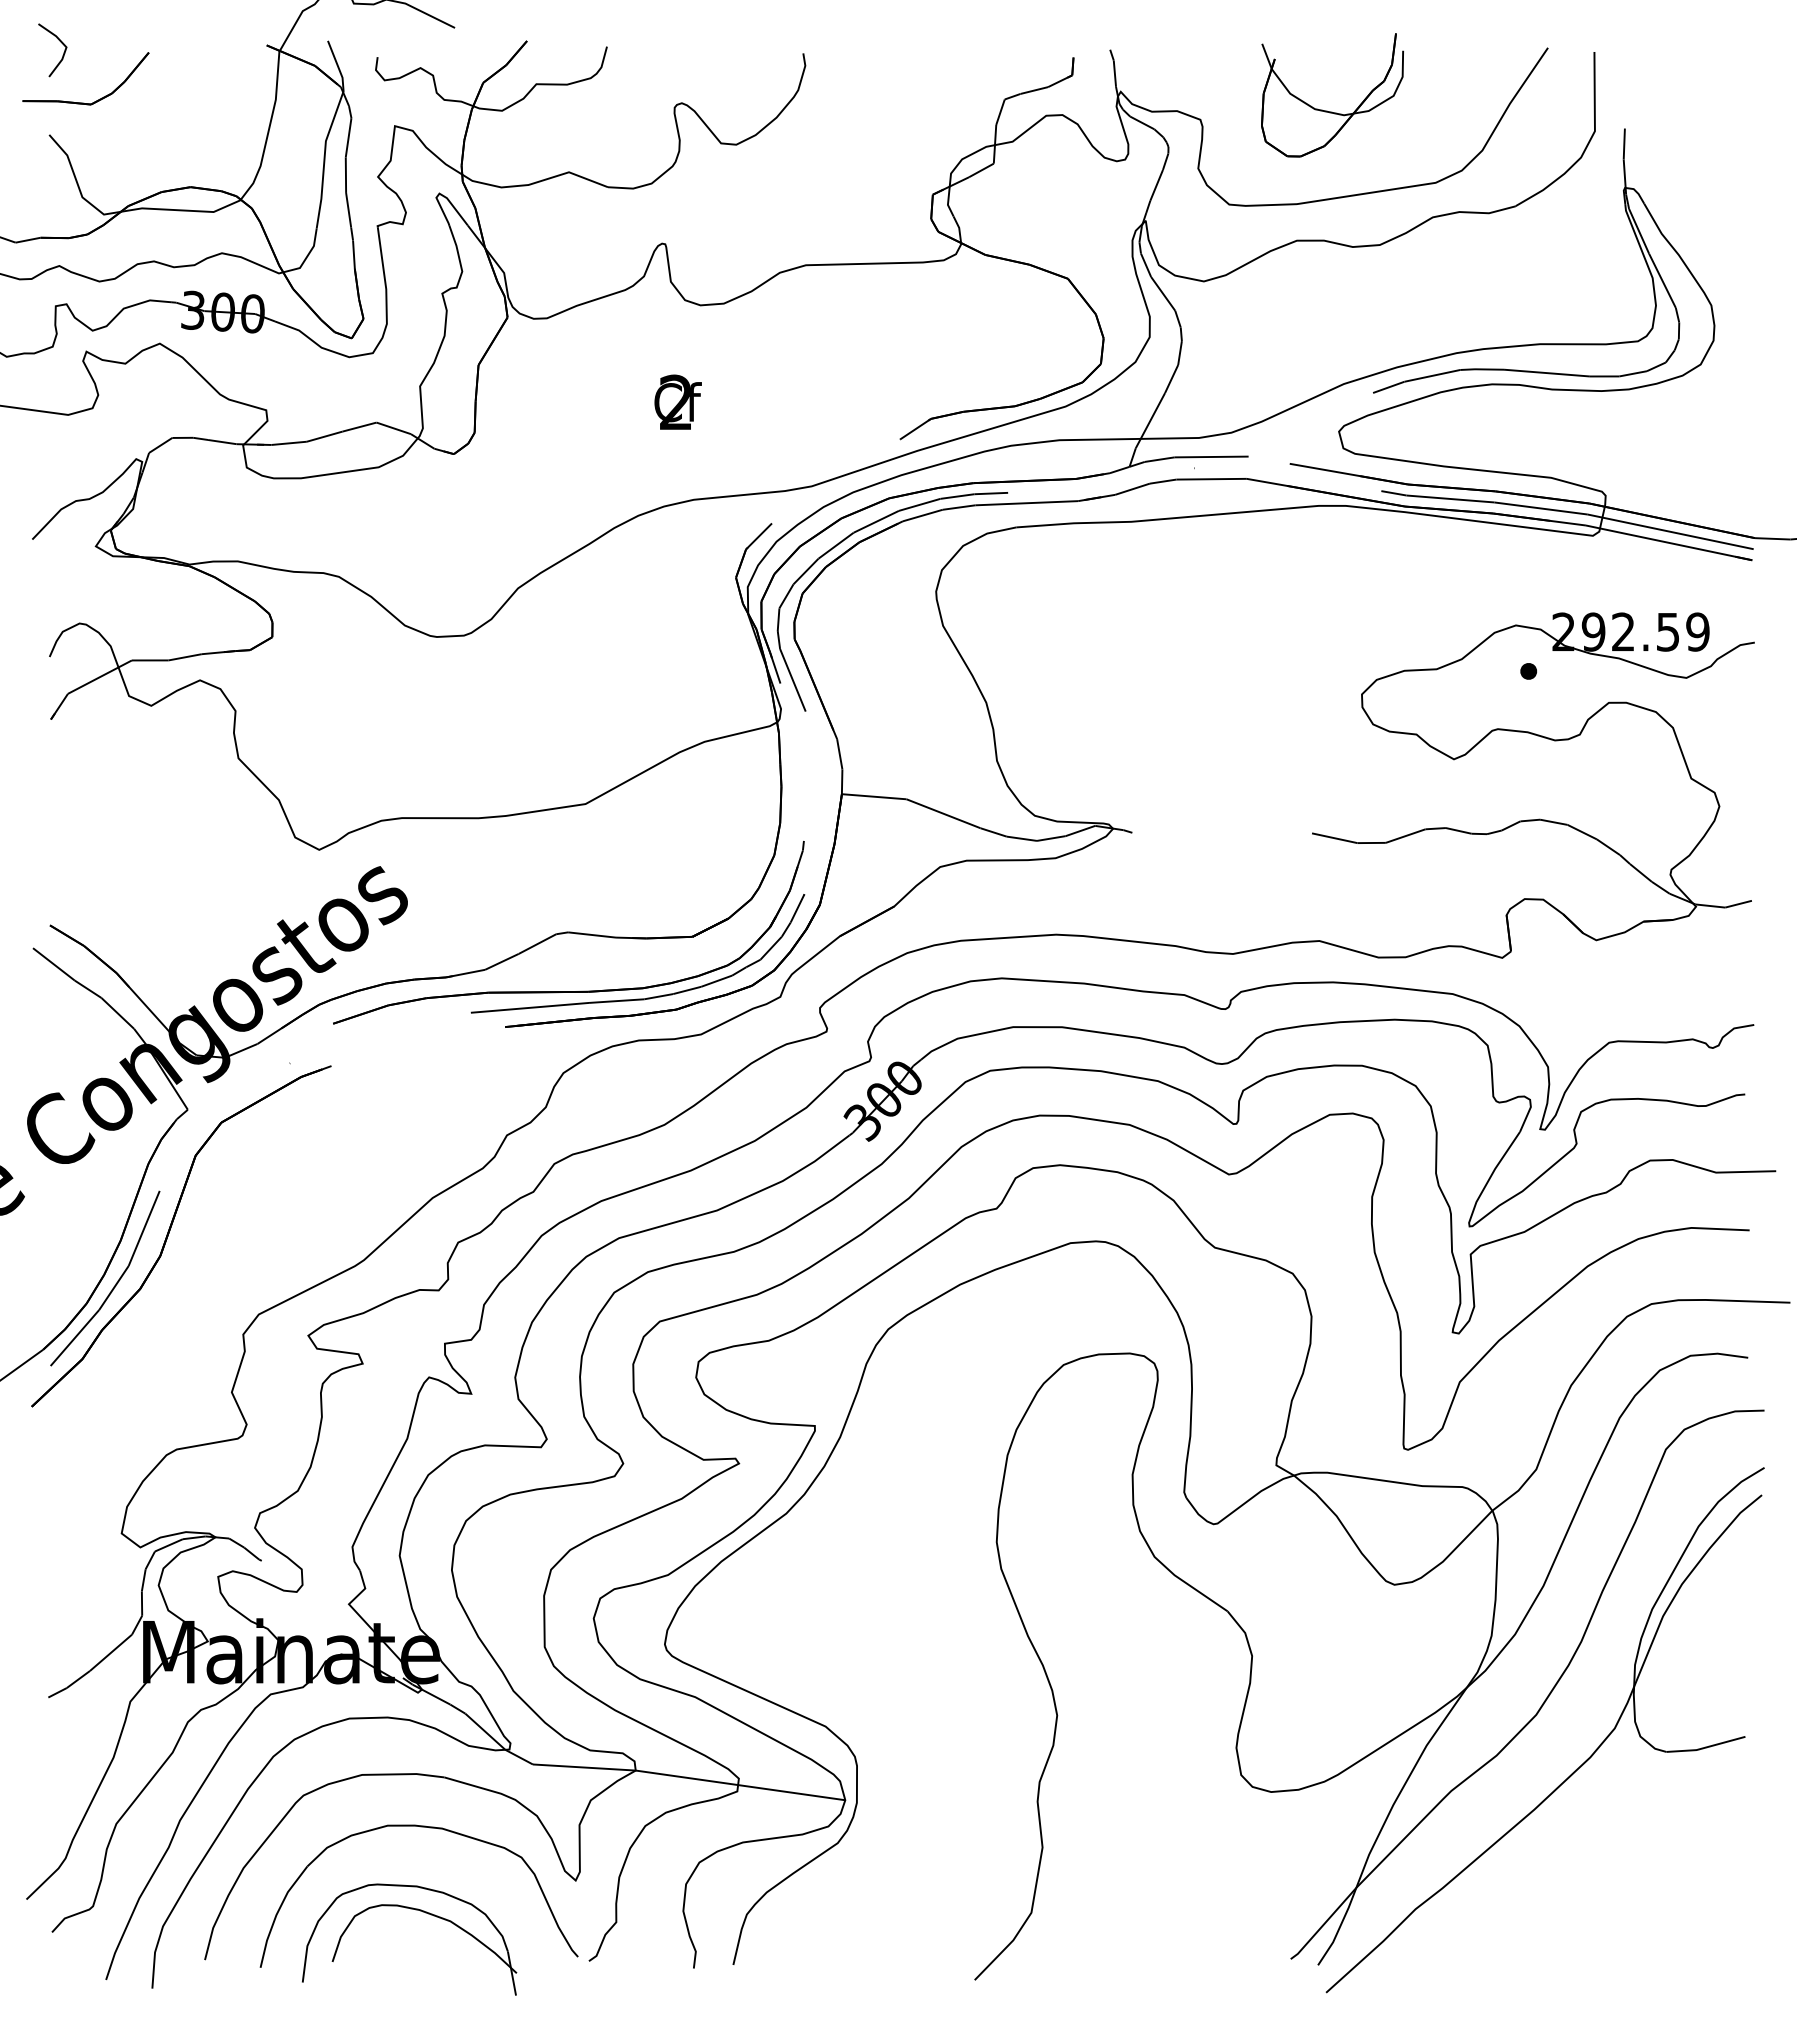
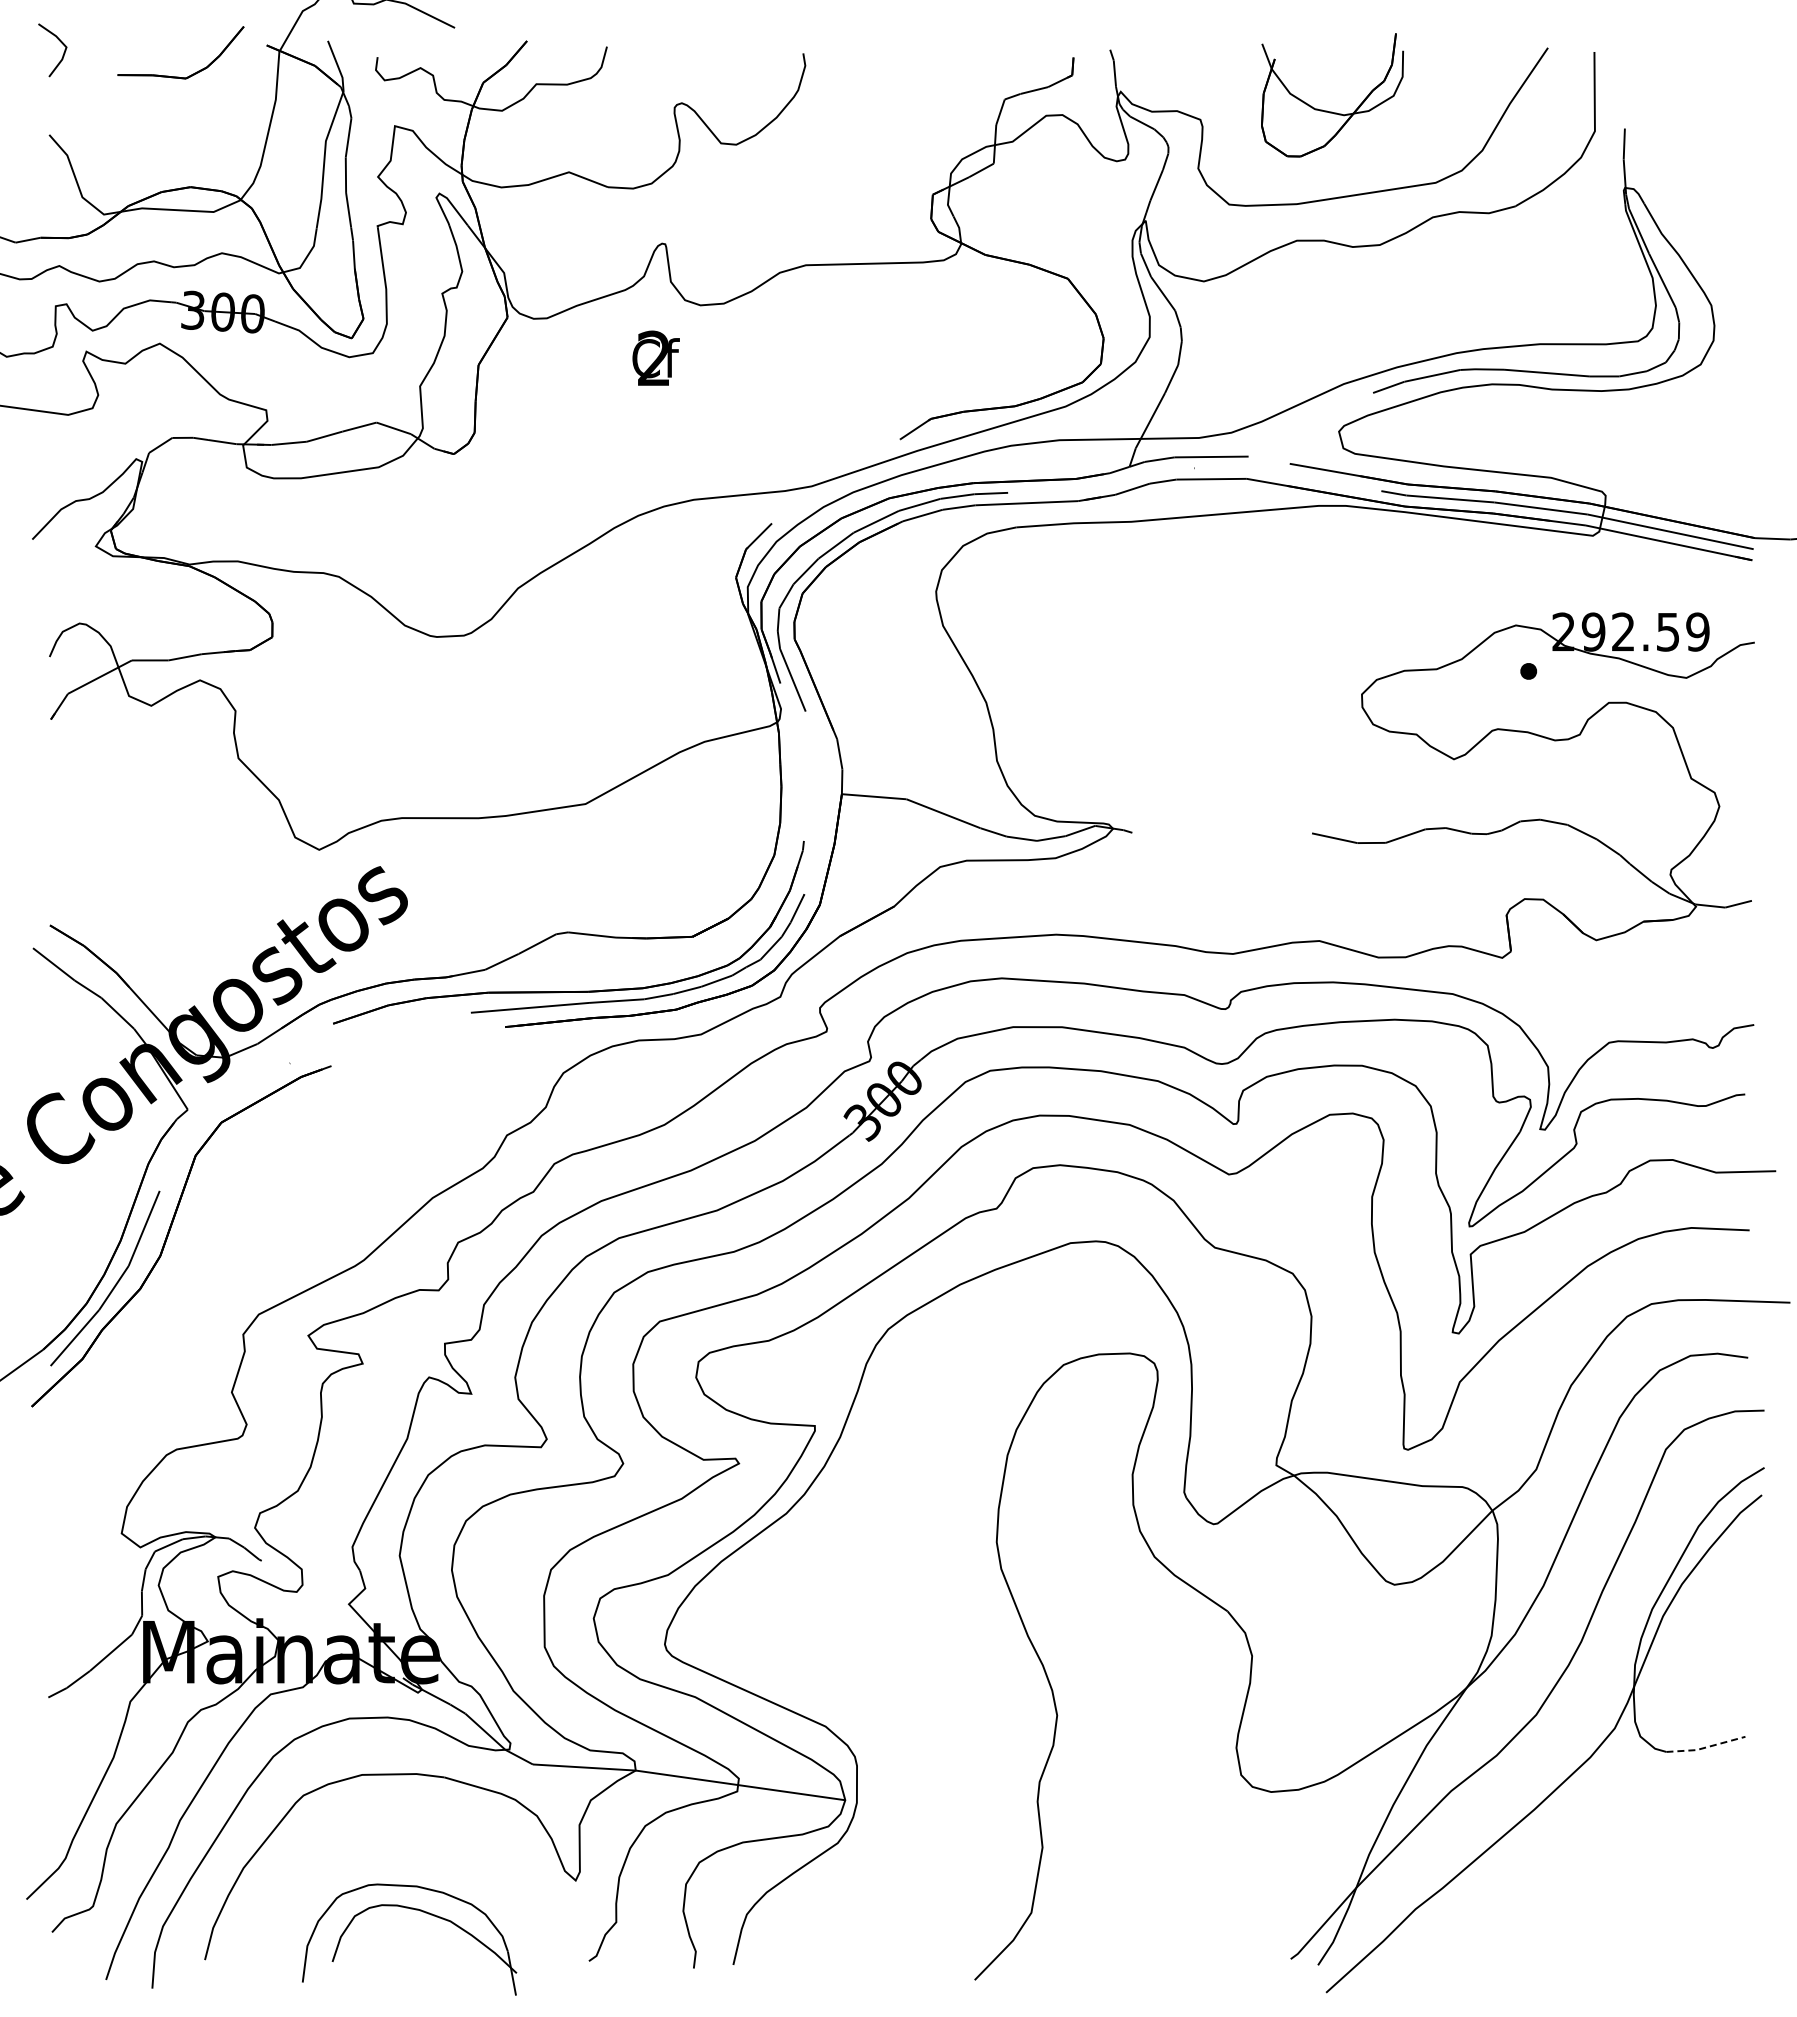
part at (83, 102) position: (83, 102) -> (178, 76)
text at (677, 401) position: (677, 401) -> (655, 357)
line at (1706, 1747): solid -> dashed
part at (429, 1828): present -> none
